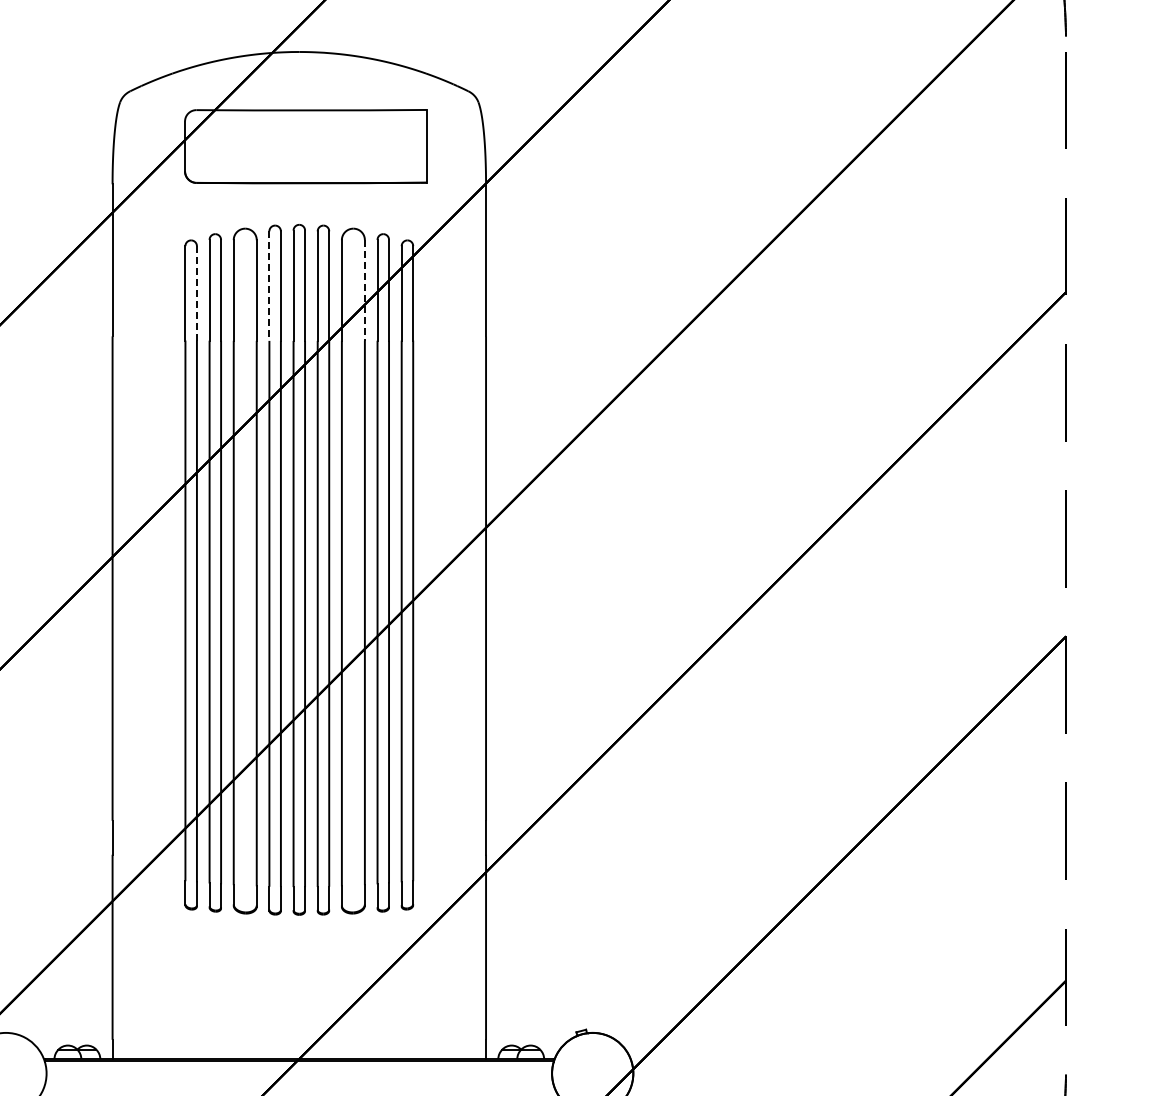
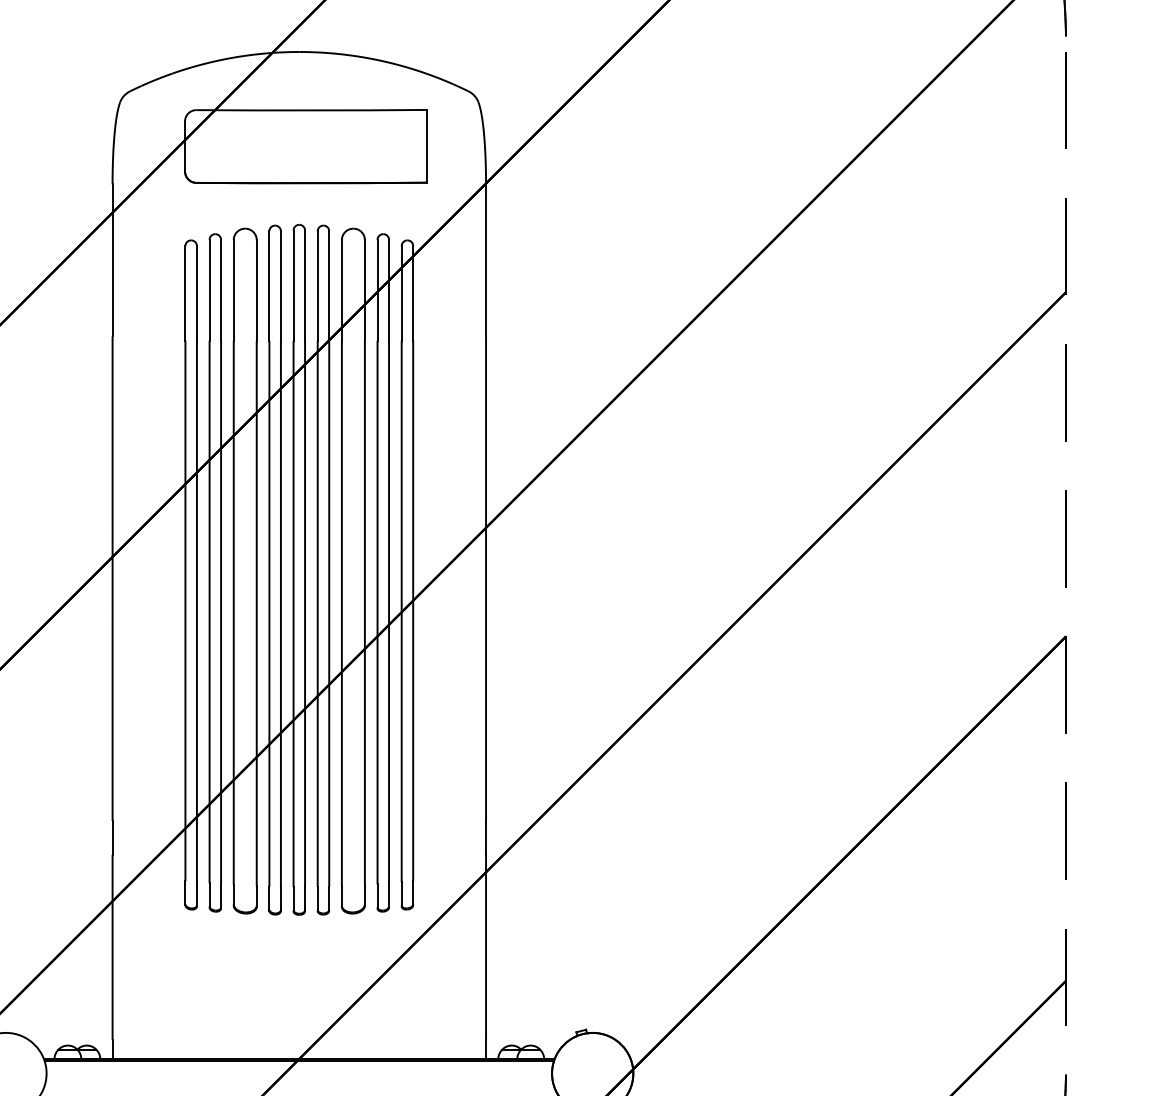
line at (269, 286): dashed -> solid
line at (364, 290): dashed -> solid
line at (196, 292): dashed -> solid
